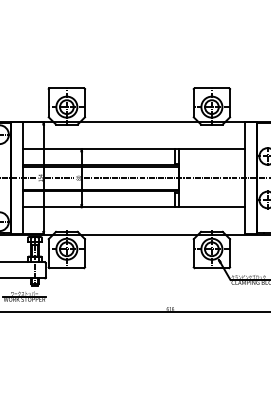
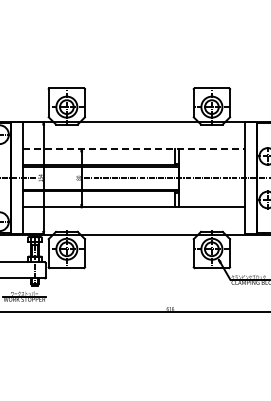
line at (133, 149): solid -> dashed
line at (59, 178): present -> none
